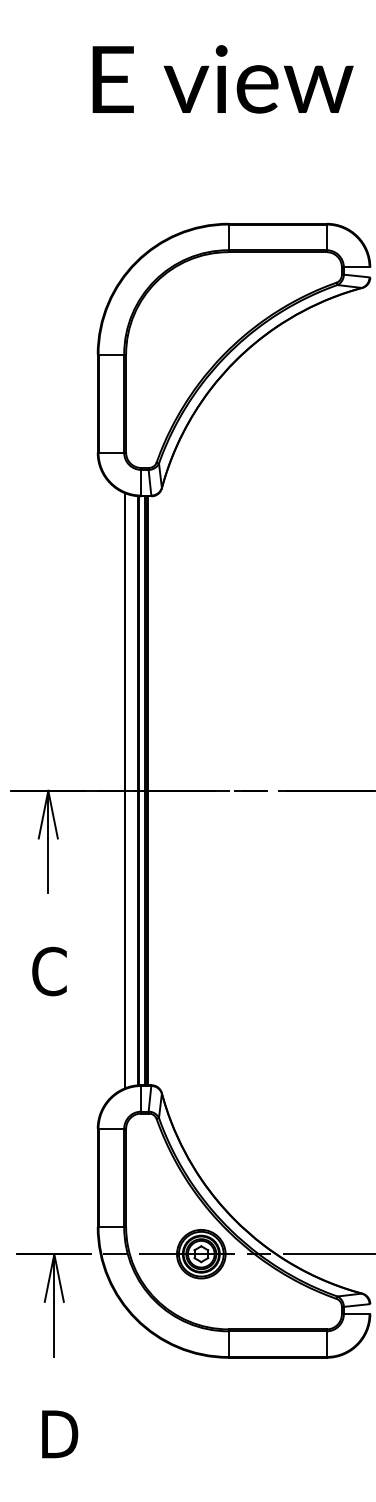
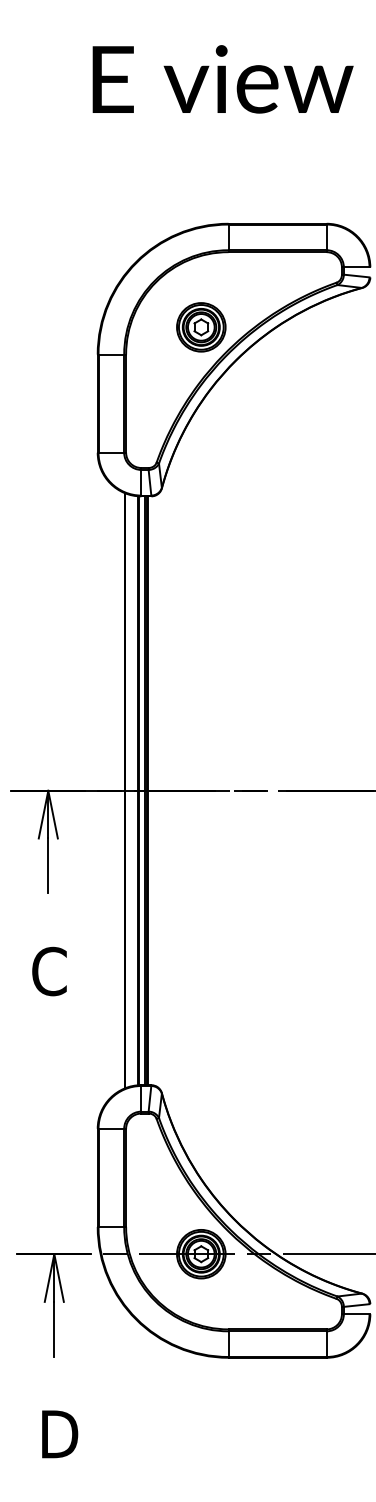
part at (201, 327): none -> present
